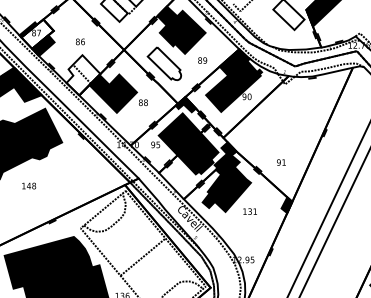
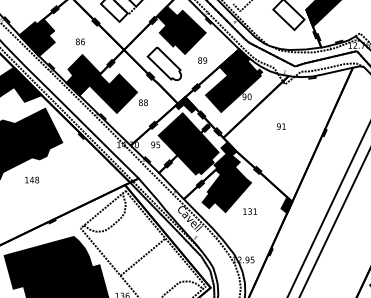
fill at (37, 33): none -> present
fill at (83, 75): none -> present
text at (281, 162) position: (281, 162) -> (281, 126)
text at (29, 185) position: (29, 185) -> (32, 179)
